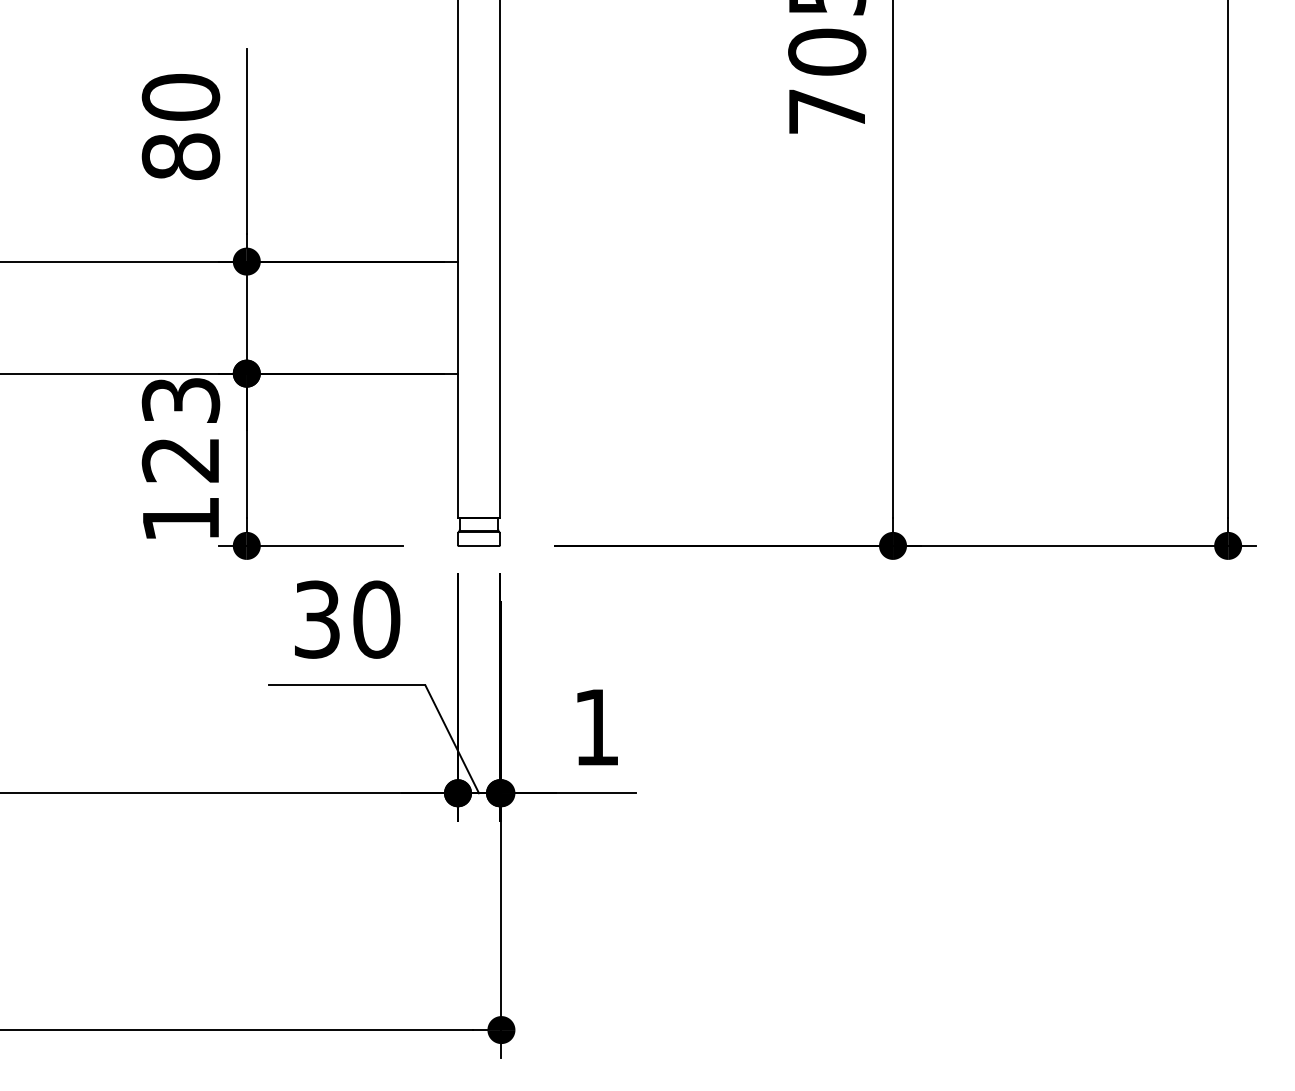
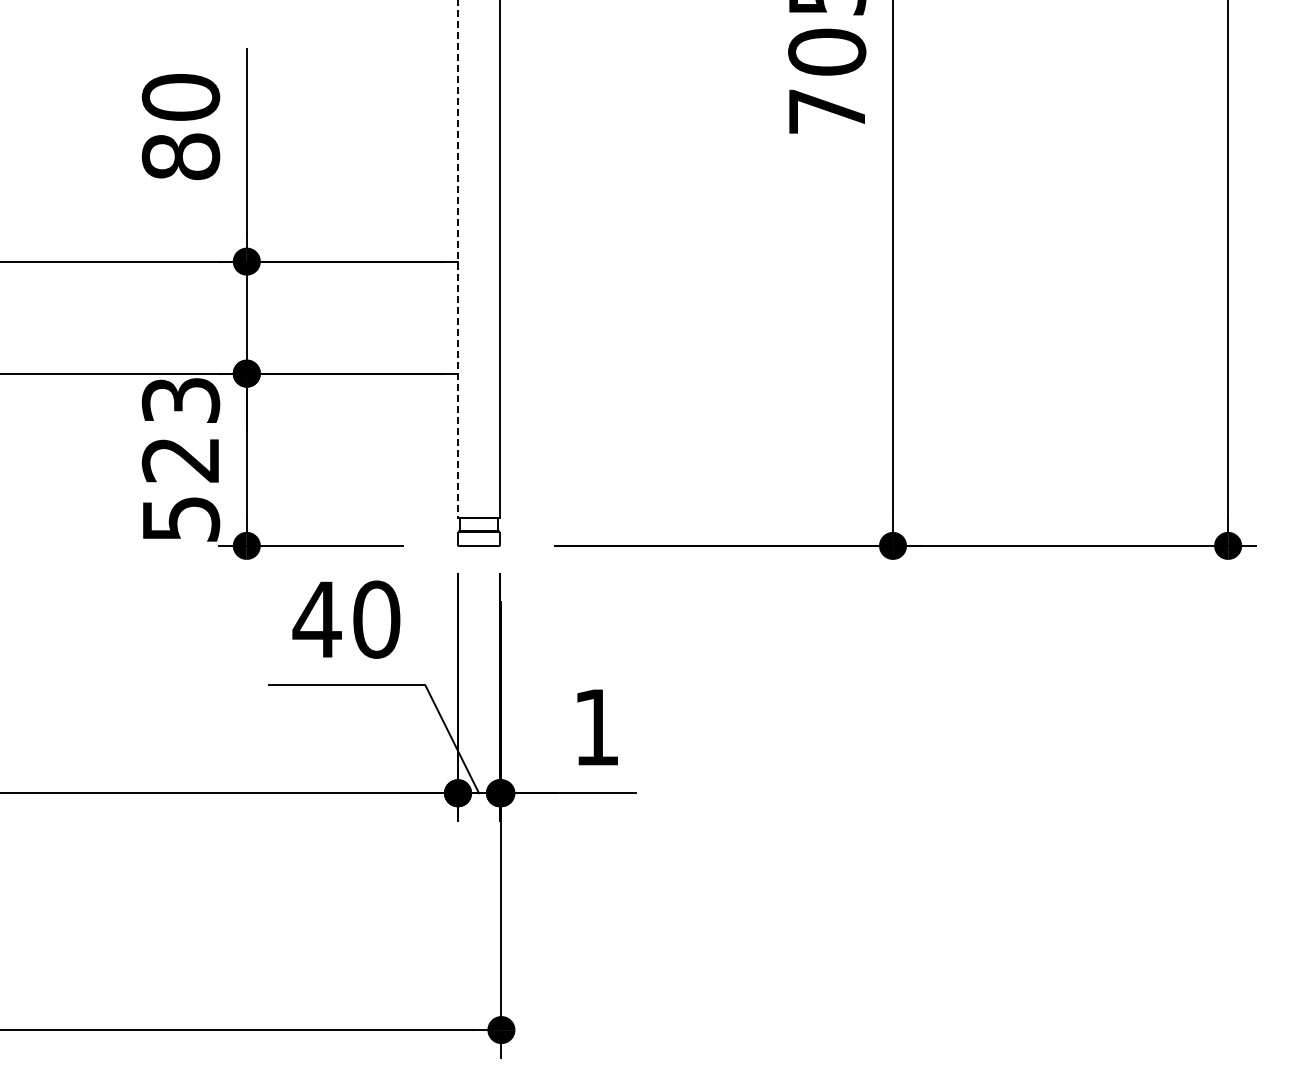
line at (458, 259): solid -> dashed
text at (181, 519): 123 -> 523
text at (316, 619): 30 -> 40
